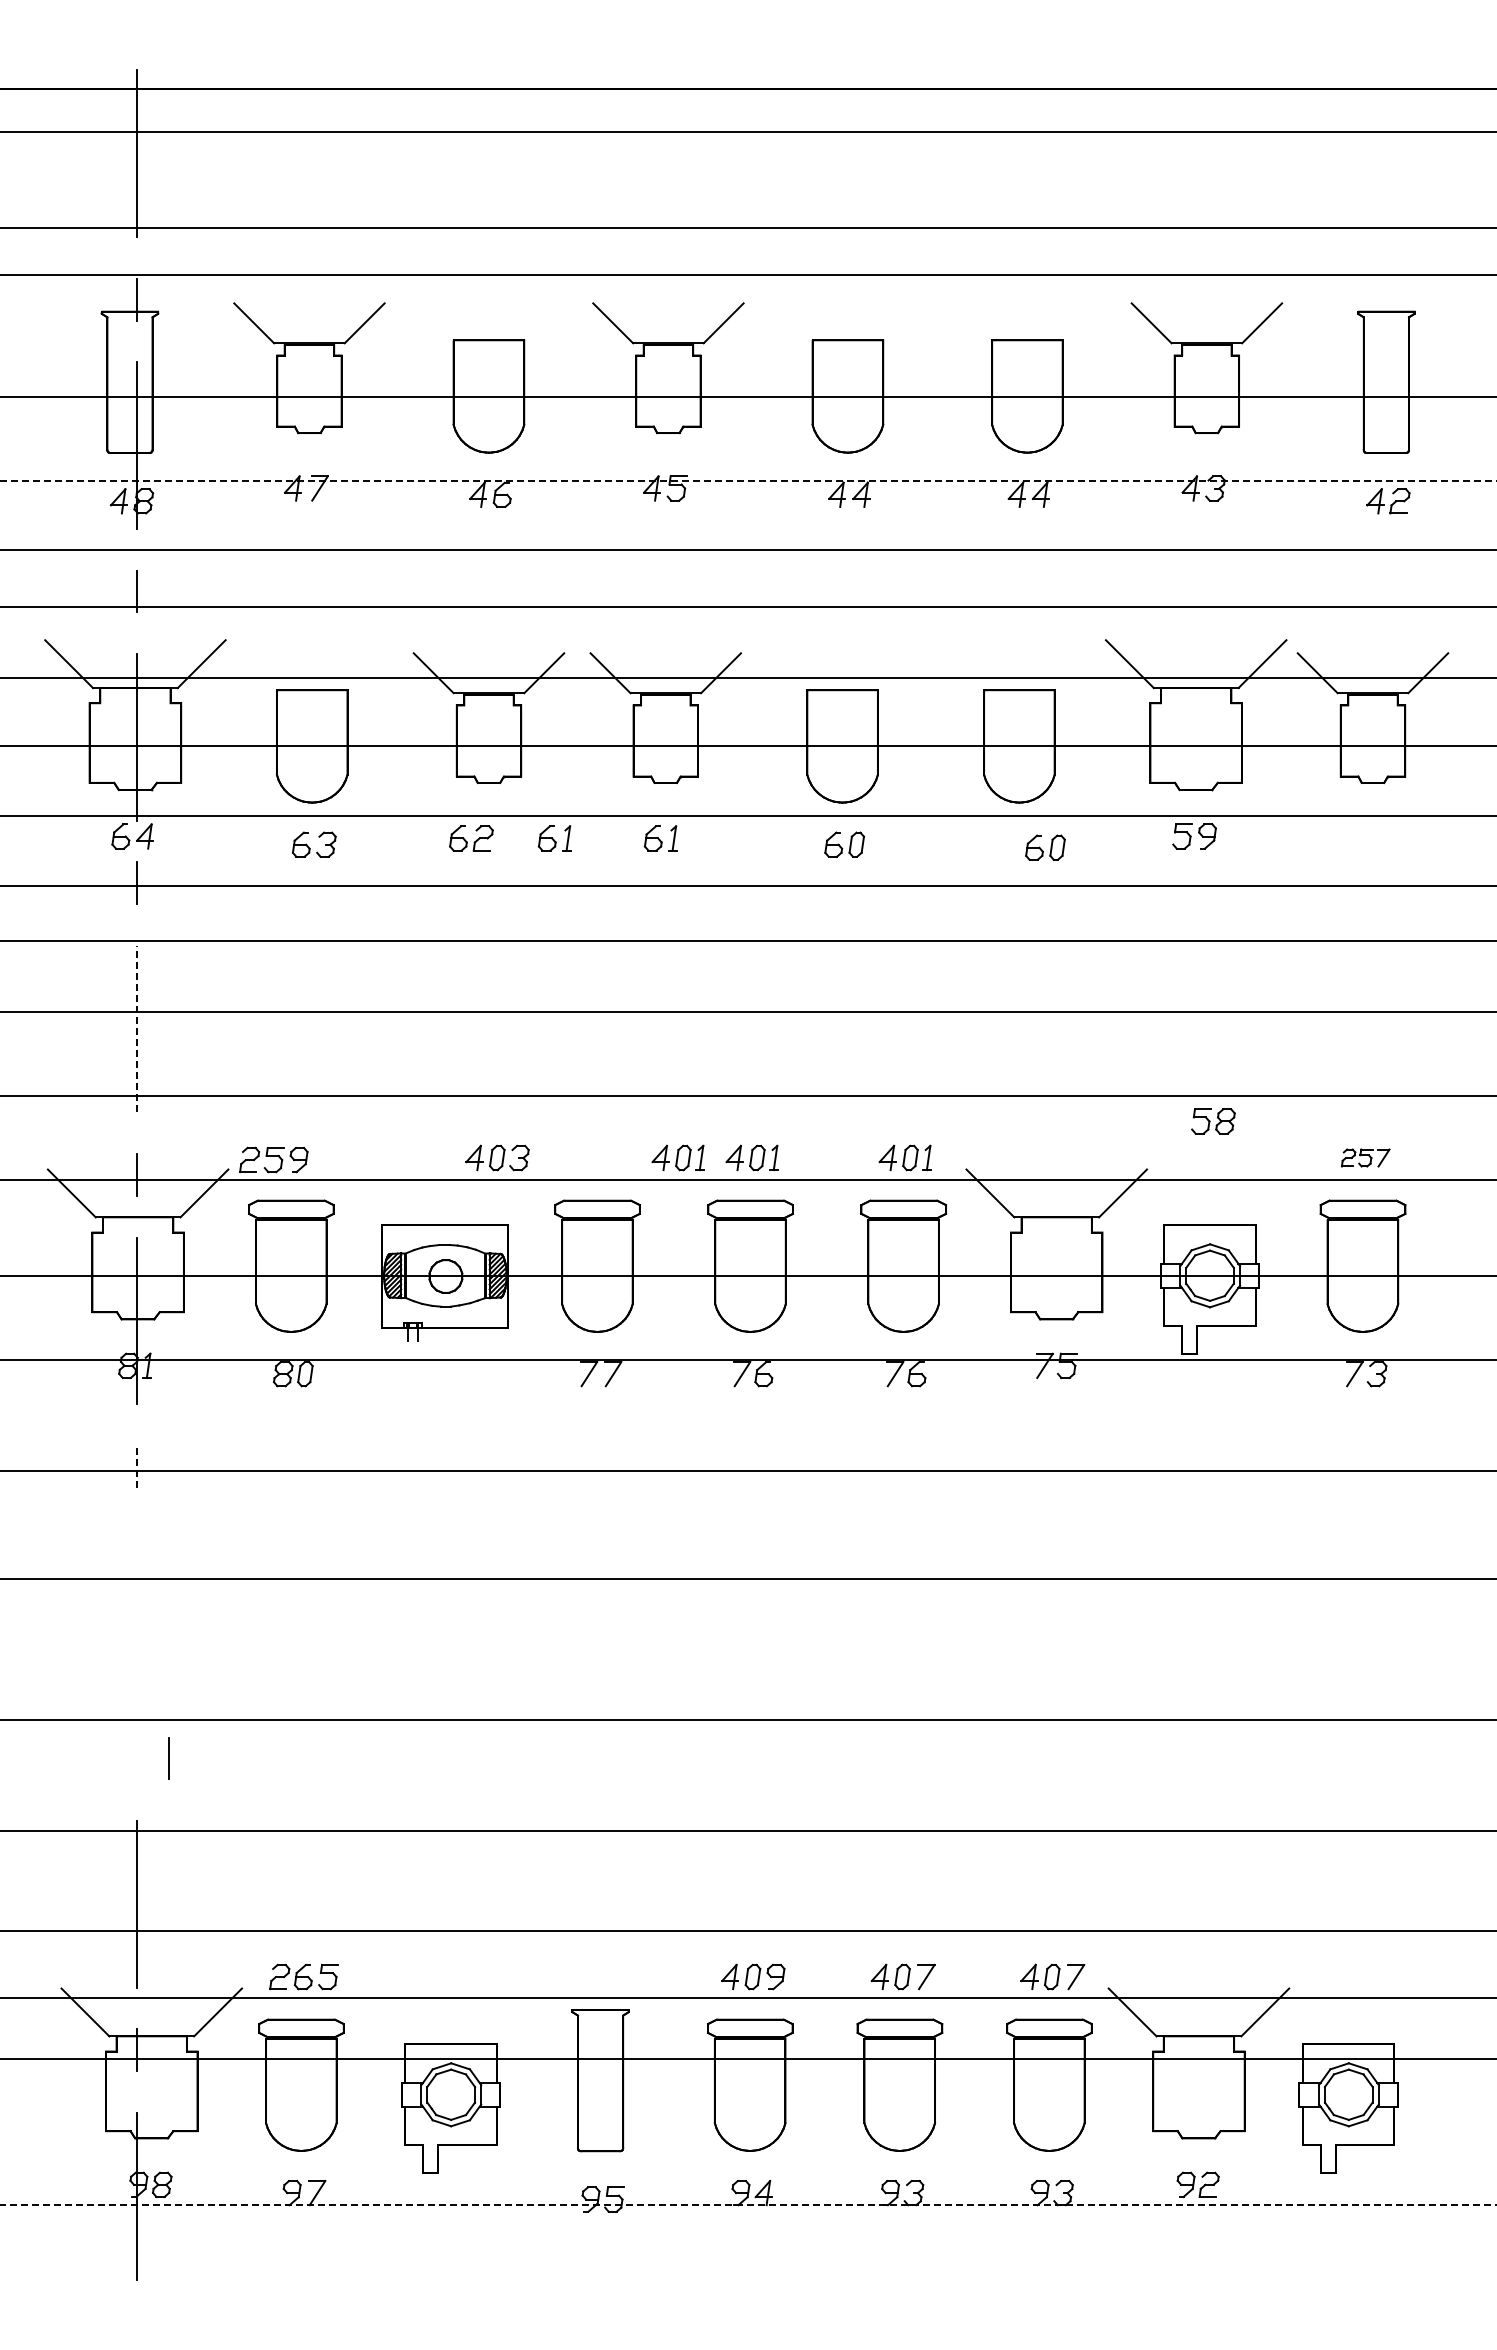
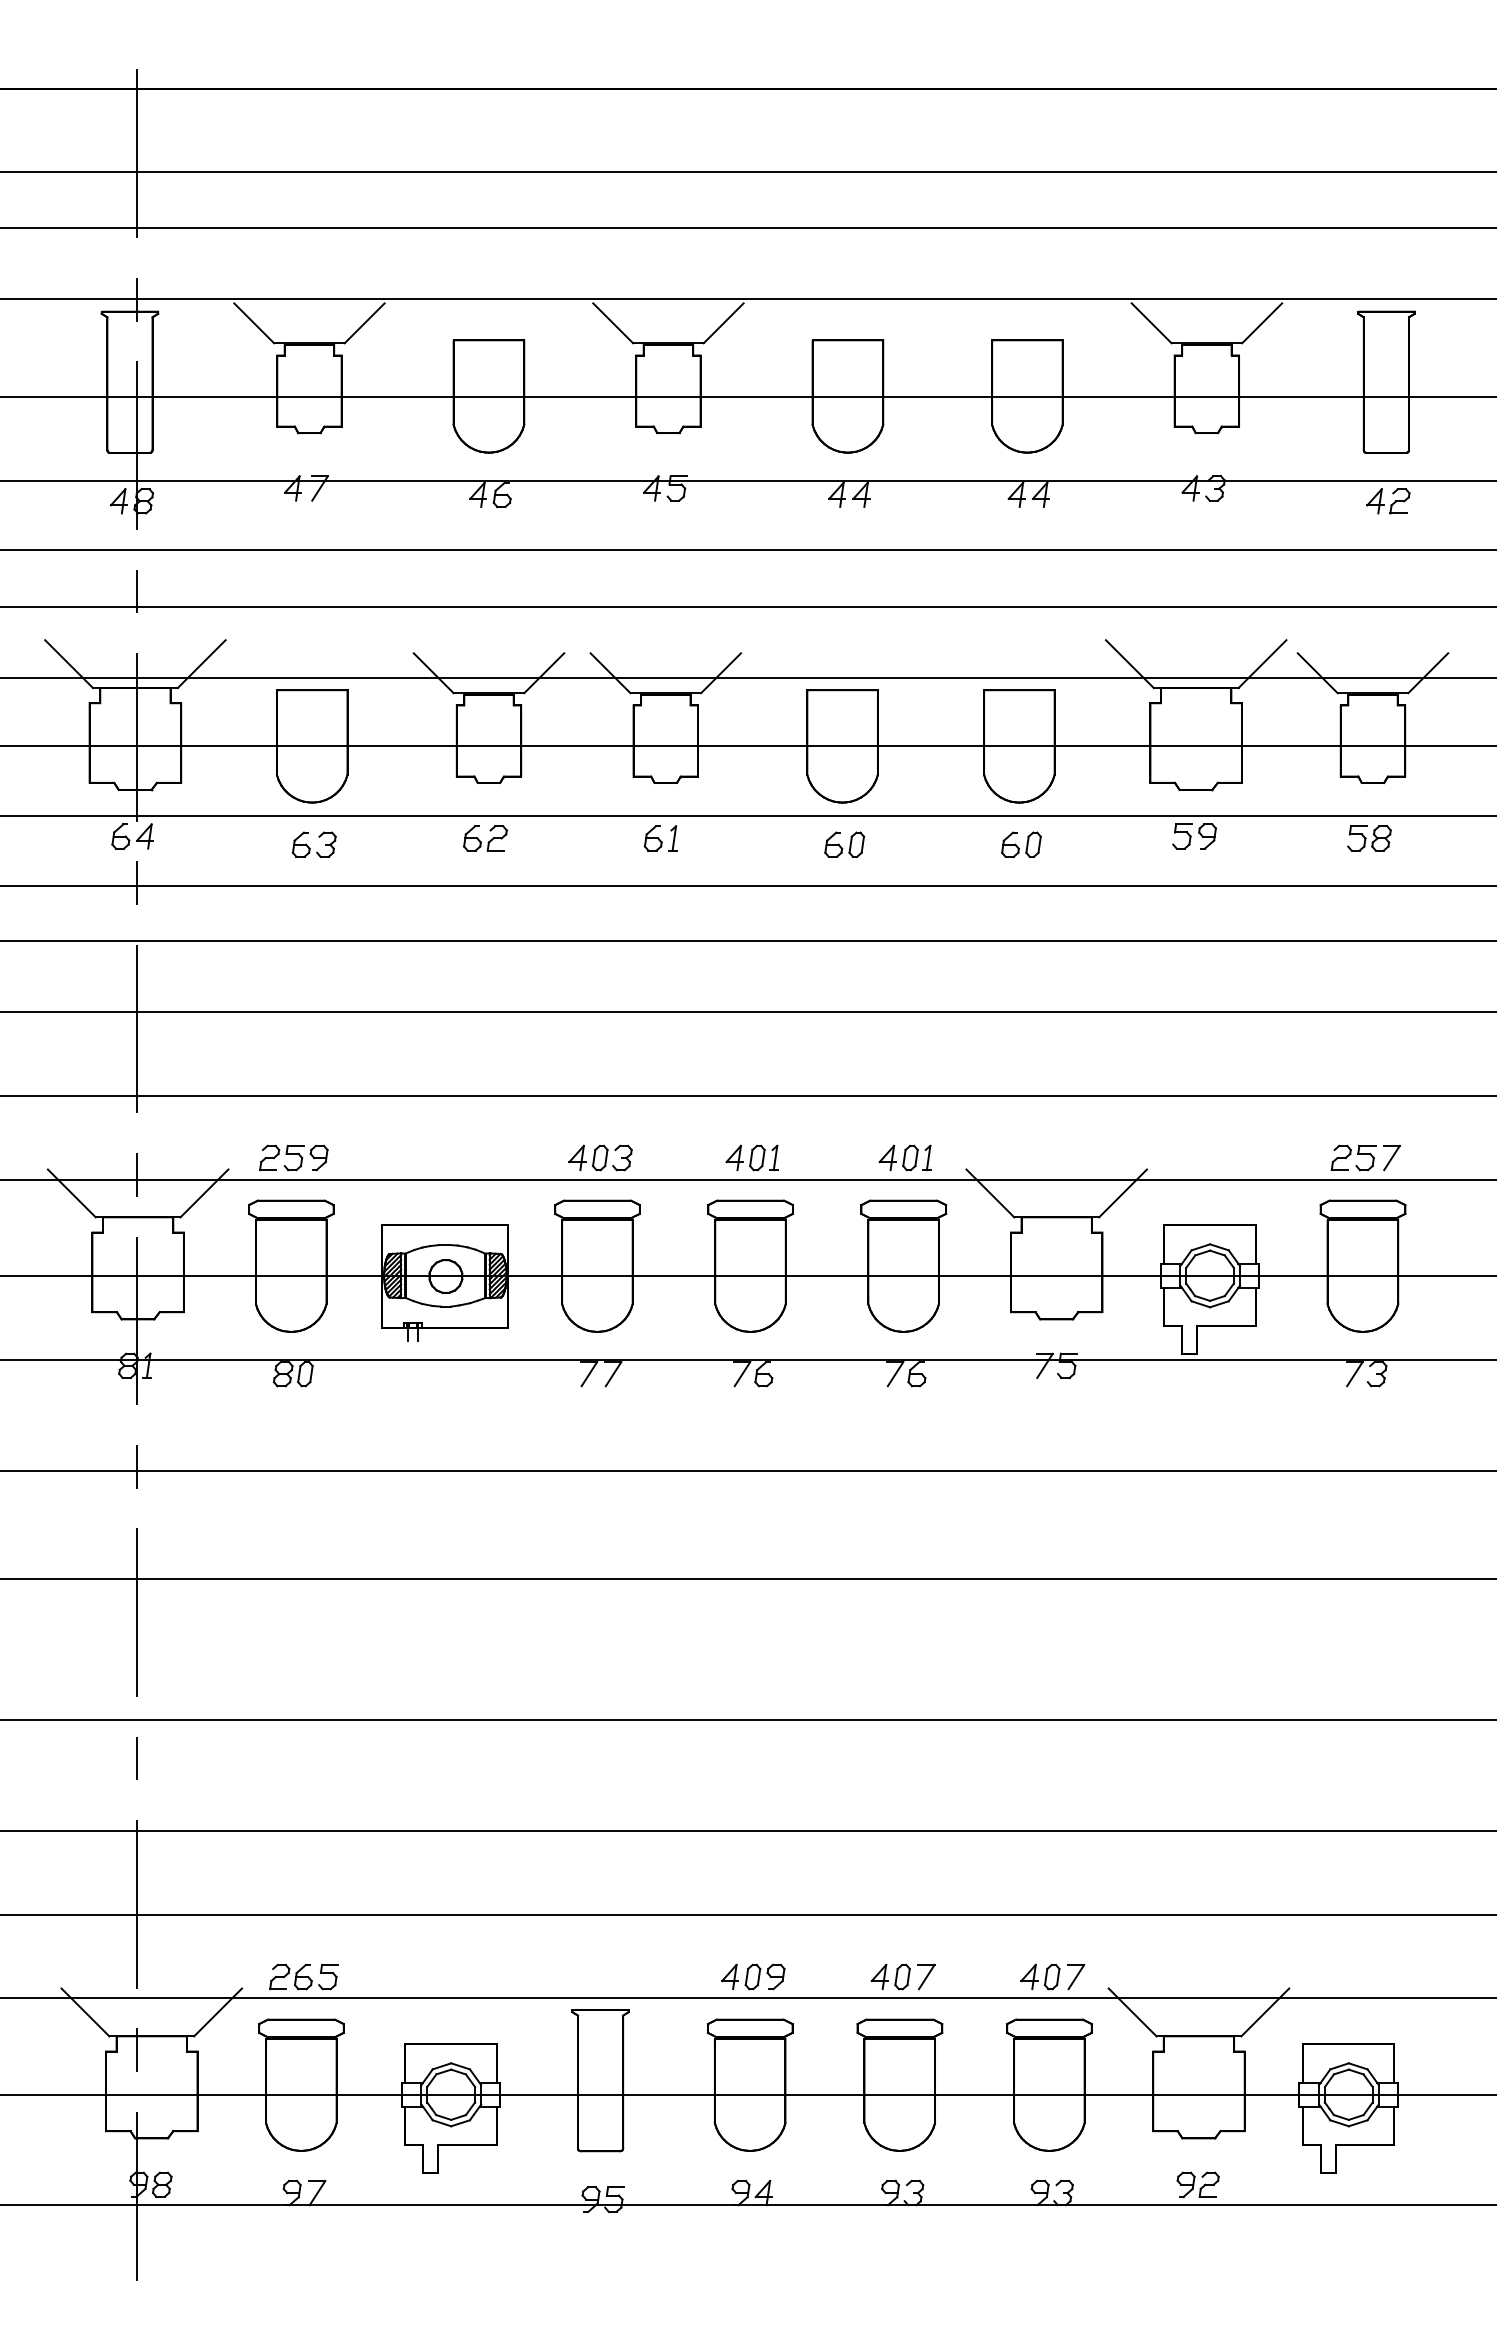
line at (747, 131) position: (747, 131) -> (747, 171)
line at (747, 274) position: (747, 274) -> (747, 298)
line at (748, 480): dashed -> solid
part at (471, 838) position: (471, 838) -> (485, 838)
part at (554, 838): present -> none
part at (1045, 847) position: (1045, 847) -> (1021, 844)
line at (136, 1028): dashed -> solid
part at (1213, 1121) position: (1213, 1121) -> (1369, 838)
part at (497, 1157) position: (497, 1157) -> (600, 1157)
part at (677, 1157): present -> none
part at (1365, 1157) size: 50x20 px -> 71x28 px
part at (273, 1159) position: (273, 1159) -> (293, 1157)
line at (136, 1466): dashed -> solid
line at (136, 1612): none -> present
line at (168, 1758) position: (168, 1758) -> (136, 1758)
line at (747, 1931) position: (747, 1931) -> (747, 1915)
line at (747, 2058) position: (747, 2058) -> (747, 2094)
line at (748, 2204): dashed -> solid
